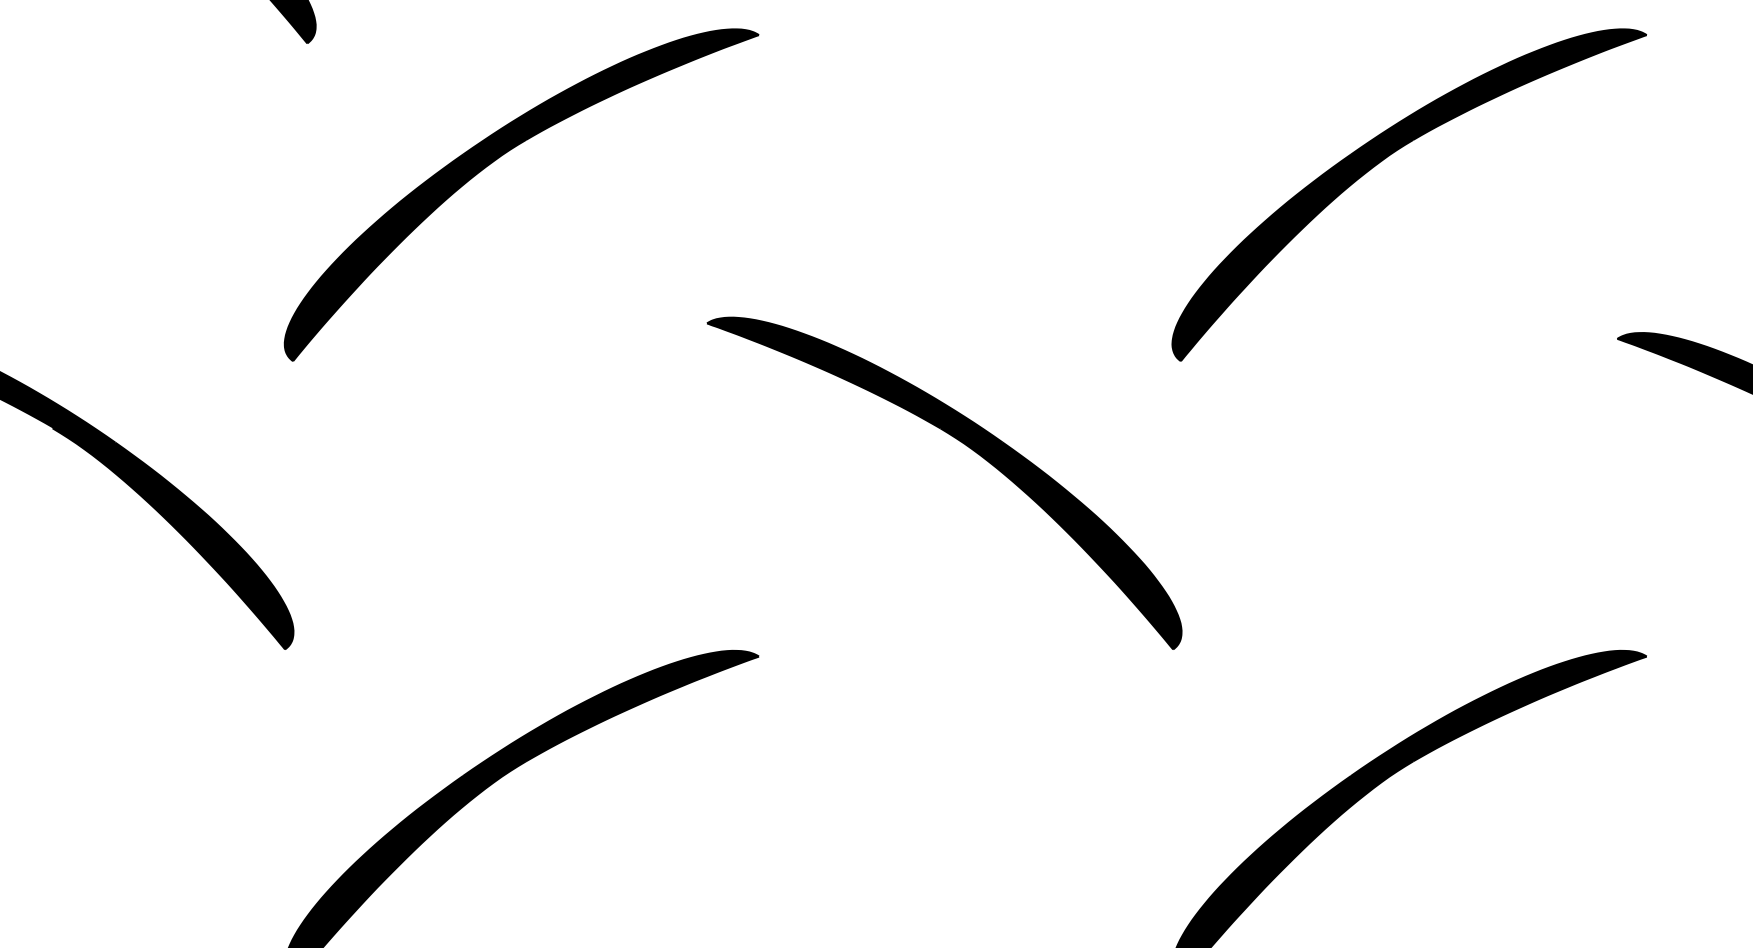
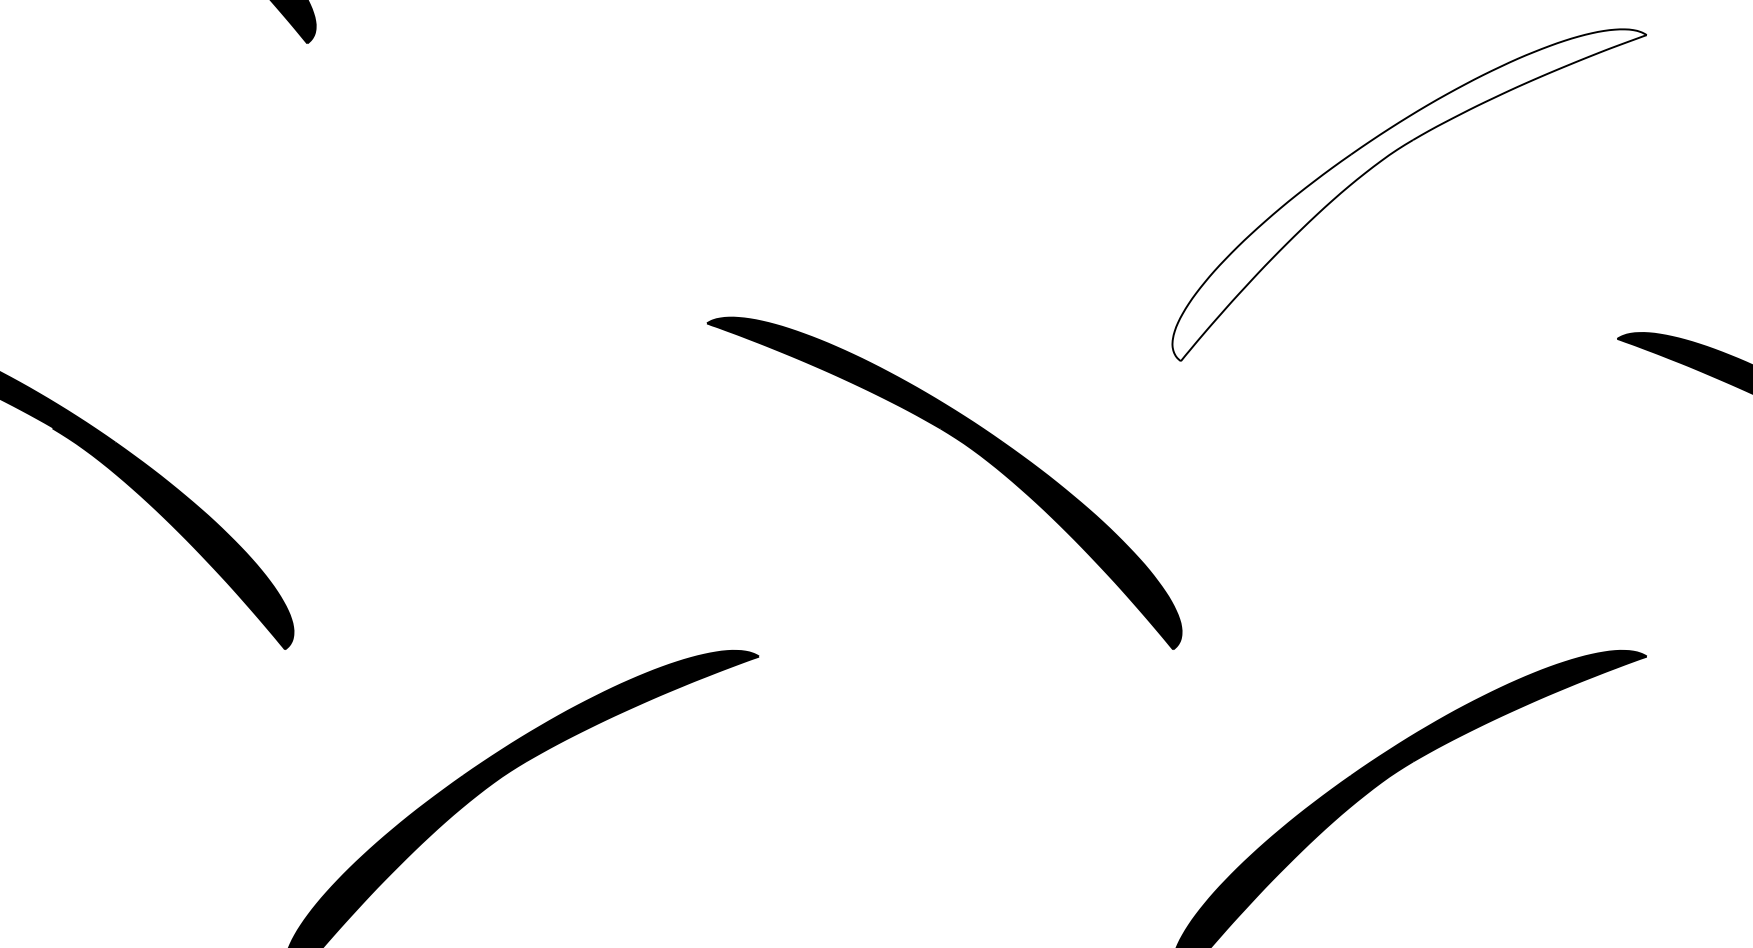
part at (499, 158): present -> none
fill at (1409, 195): present -> none
